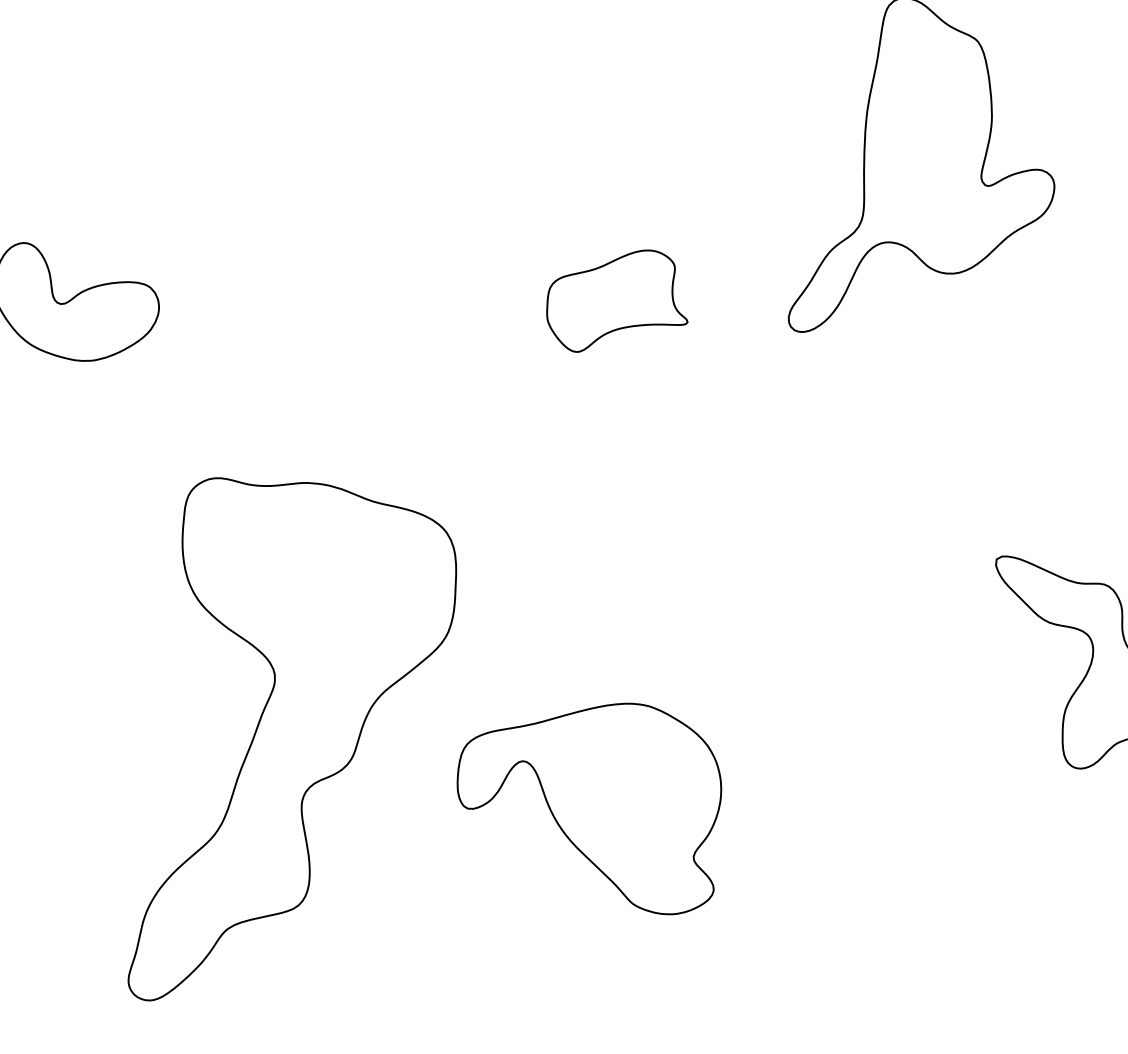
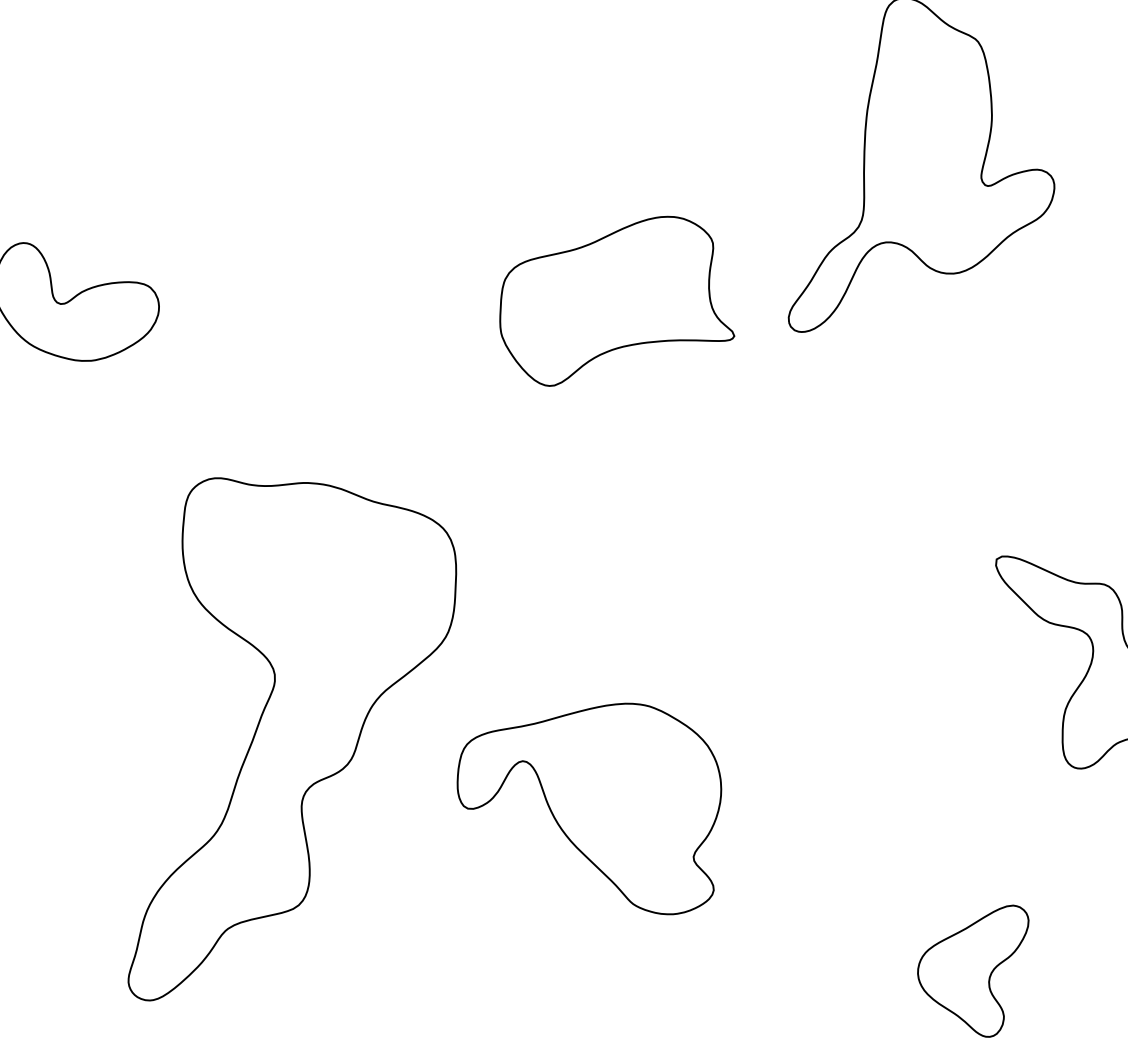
part at (617, 300) size: 143x104 px -> 237x172 px
part at (973, 970): none -> present
